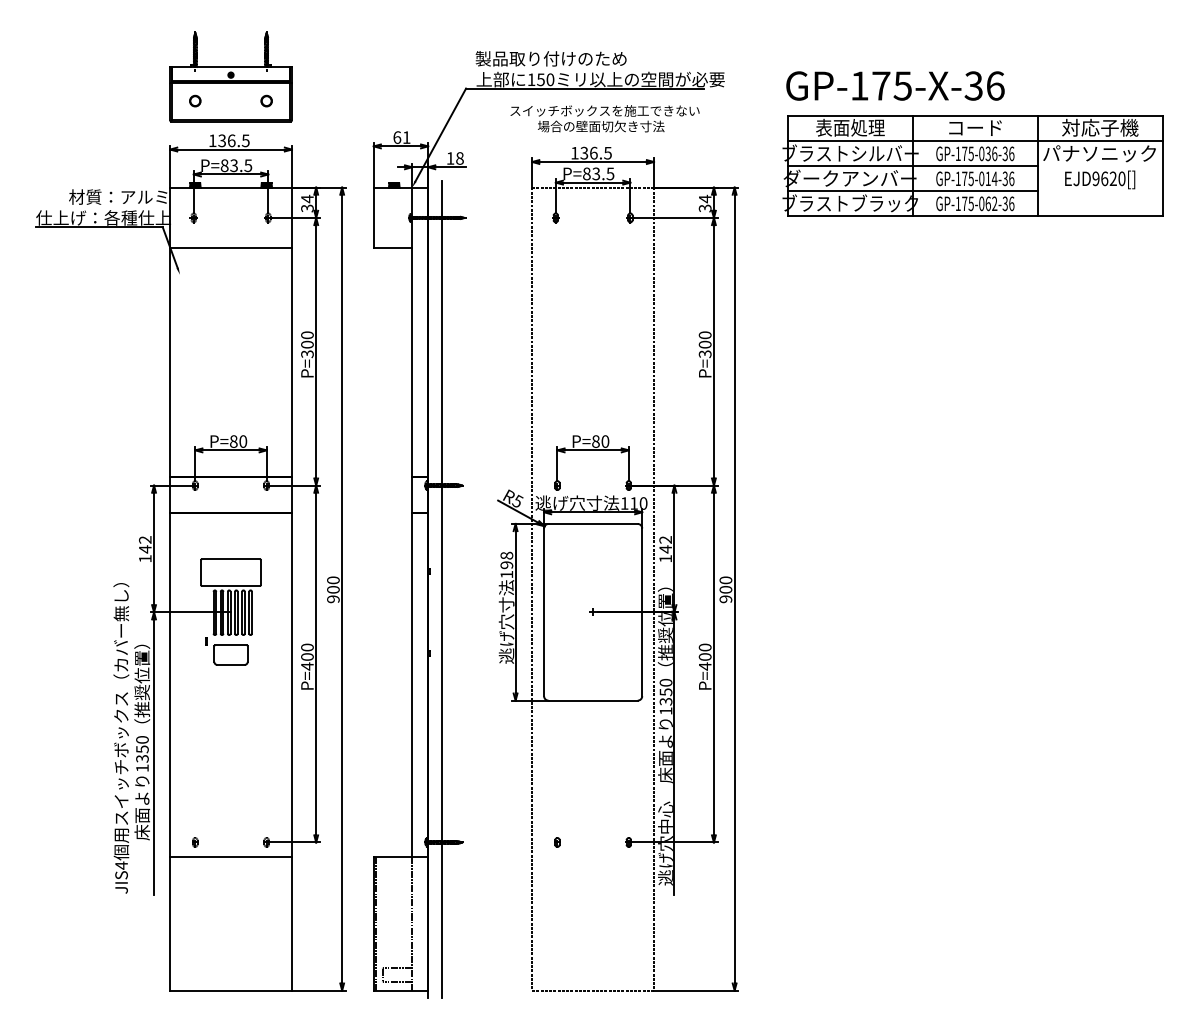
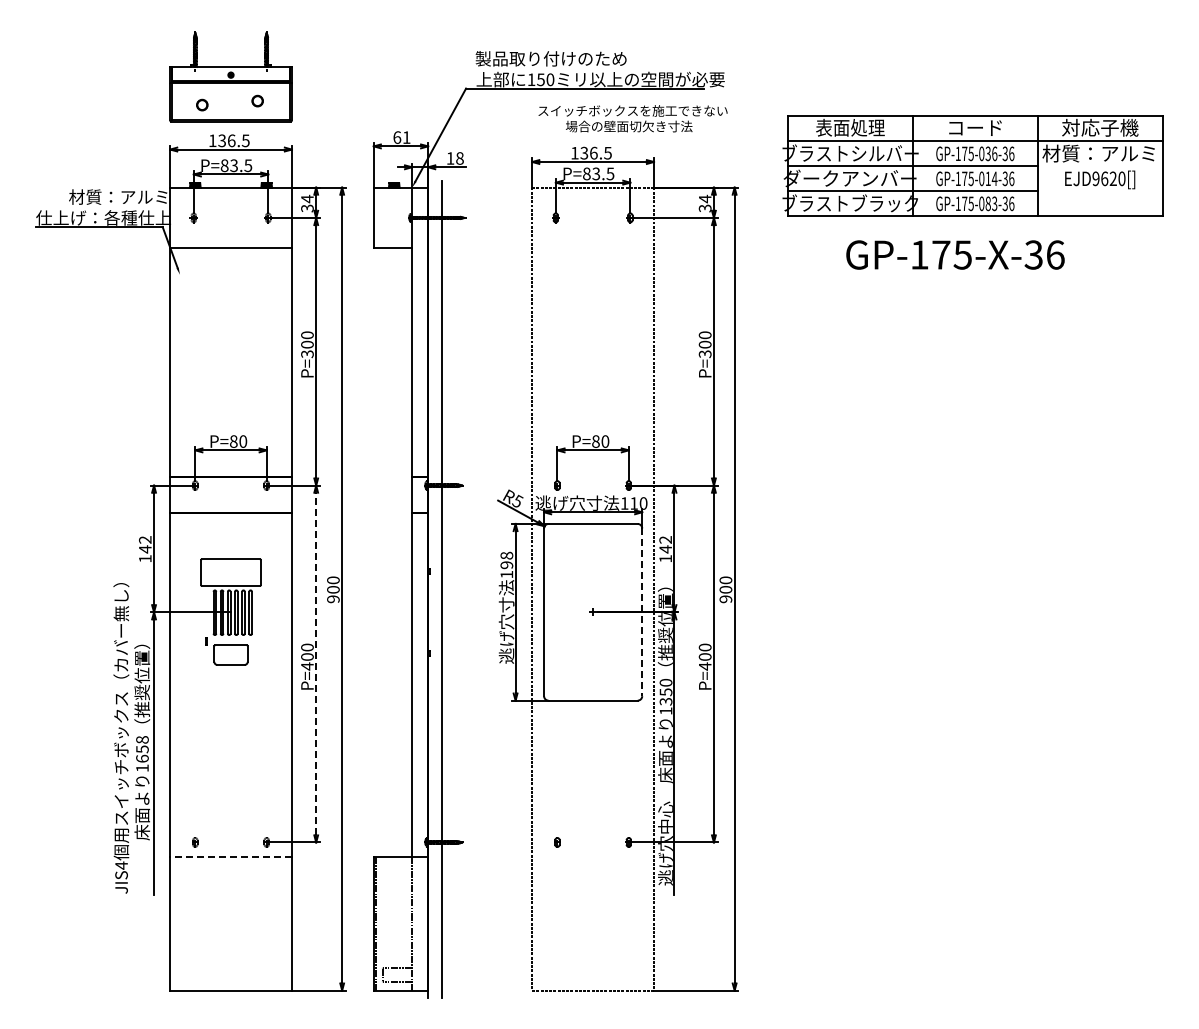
text at (895, 85) position: (895, 85) -> (955, 254)
part at (195, 100) position: (195, 100) -> (202, 104)
part at (266, 100) position: (266, 100) -> (257, 100)
text at (604, 118) position: (604, 118) -> (632, 118)
text at (1098, 153): パナソニック -> 材質：アルミ
text at (991, 203): GP-175-062-36 -> GP-175-083-36
line at (642, 612): solid -> dashed
line at (316, 663): solid -> dashed
text at (142, 749): 1350 -> 1658
line at (231, 856): solid -> dashed
